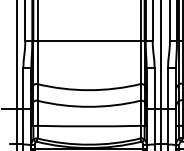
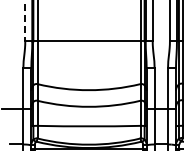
line at (25, 21): solid -> dashed
line at (16, 74): present -> none
line at (161, 74): present -> none
